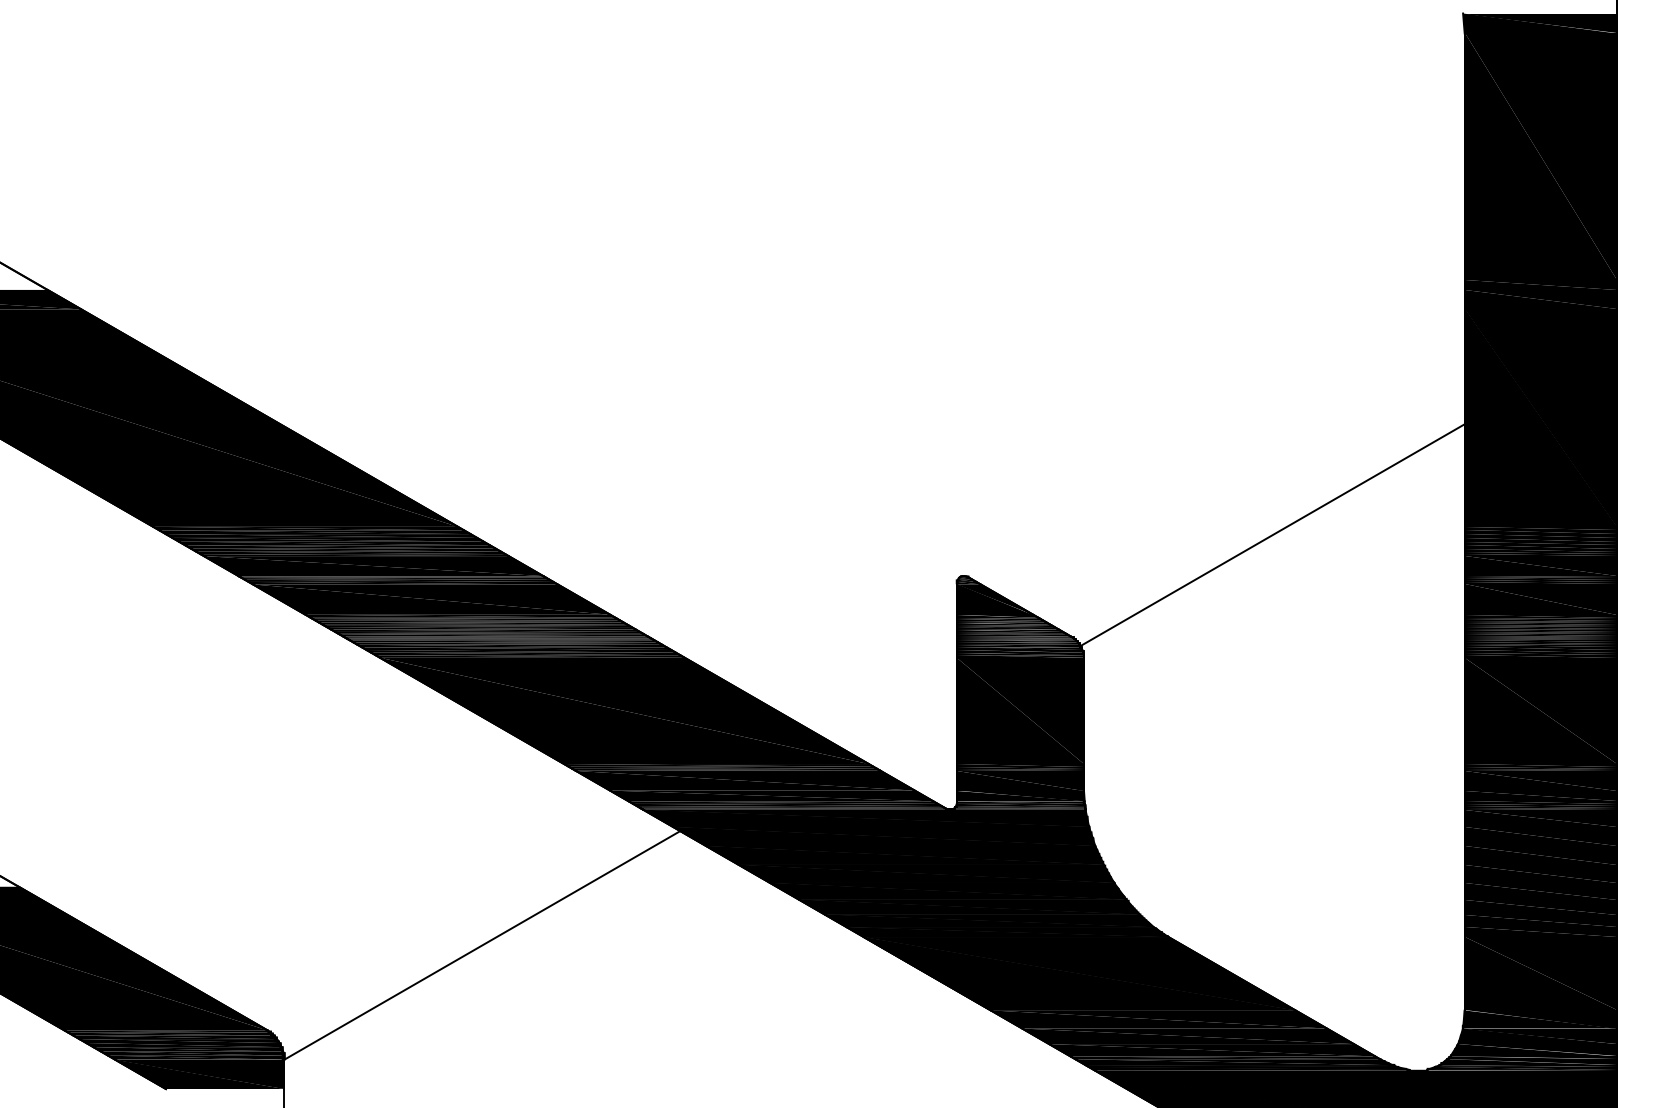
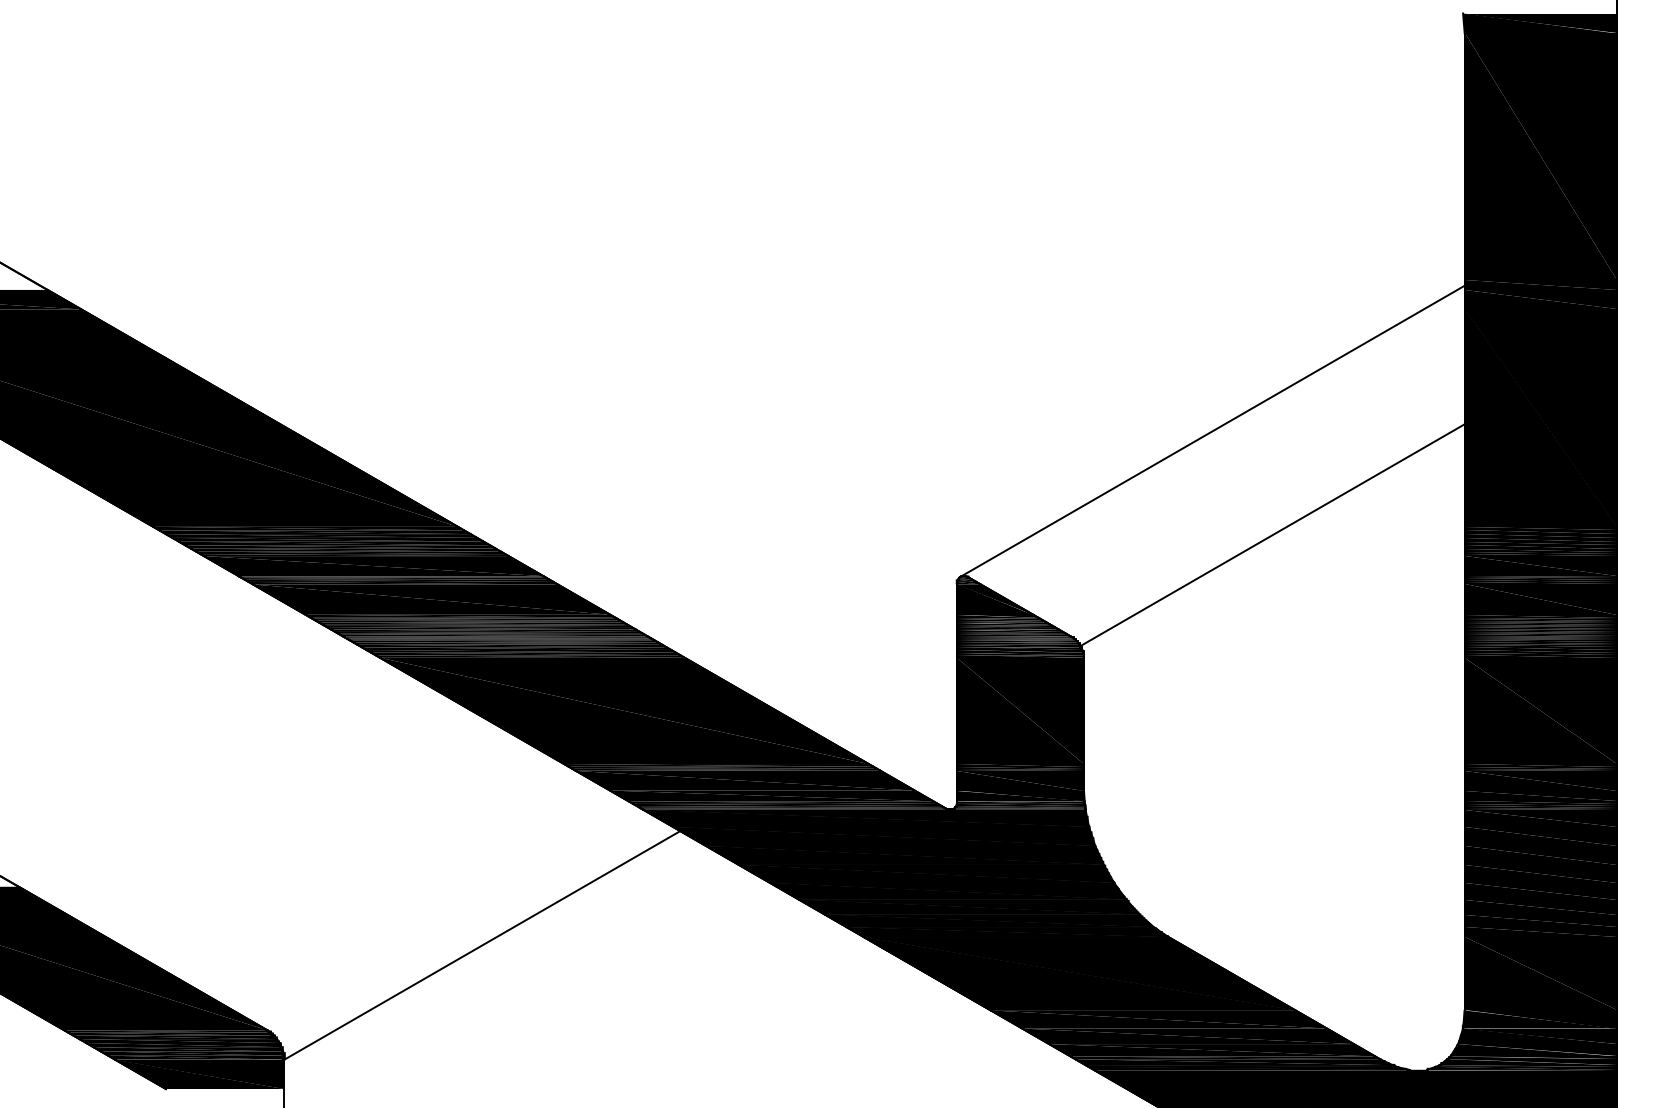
line at (1212, 430): none -> present
